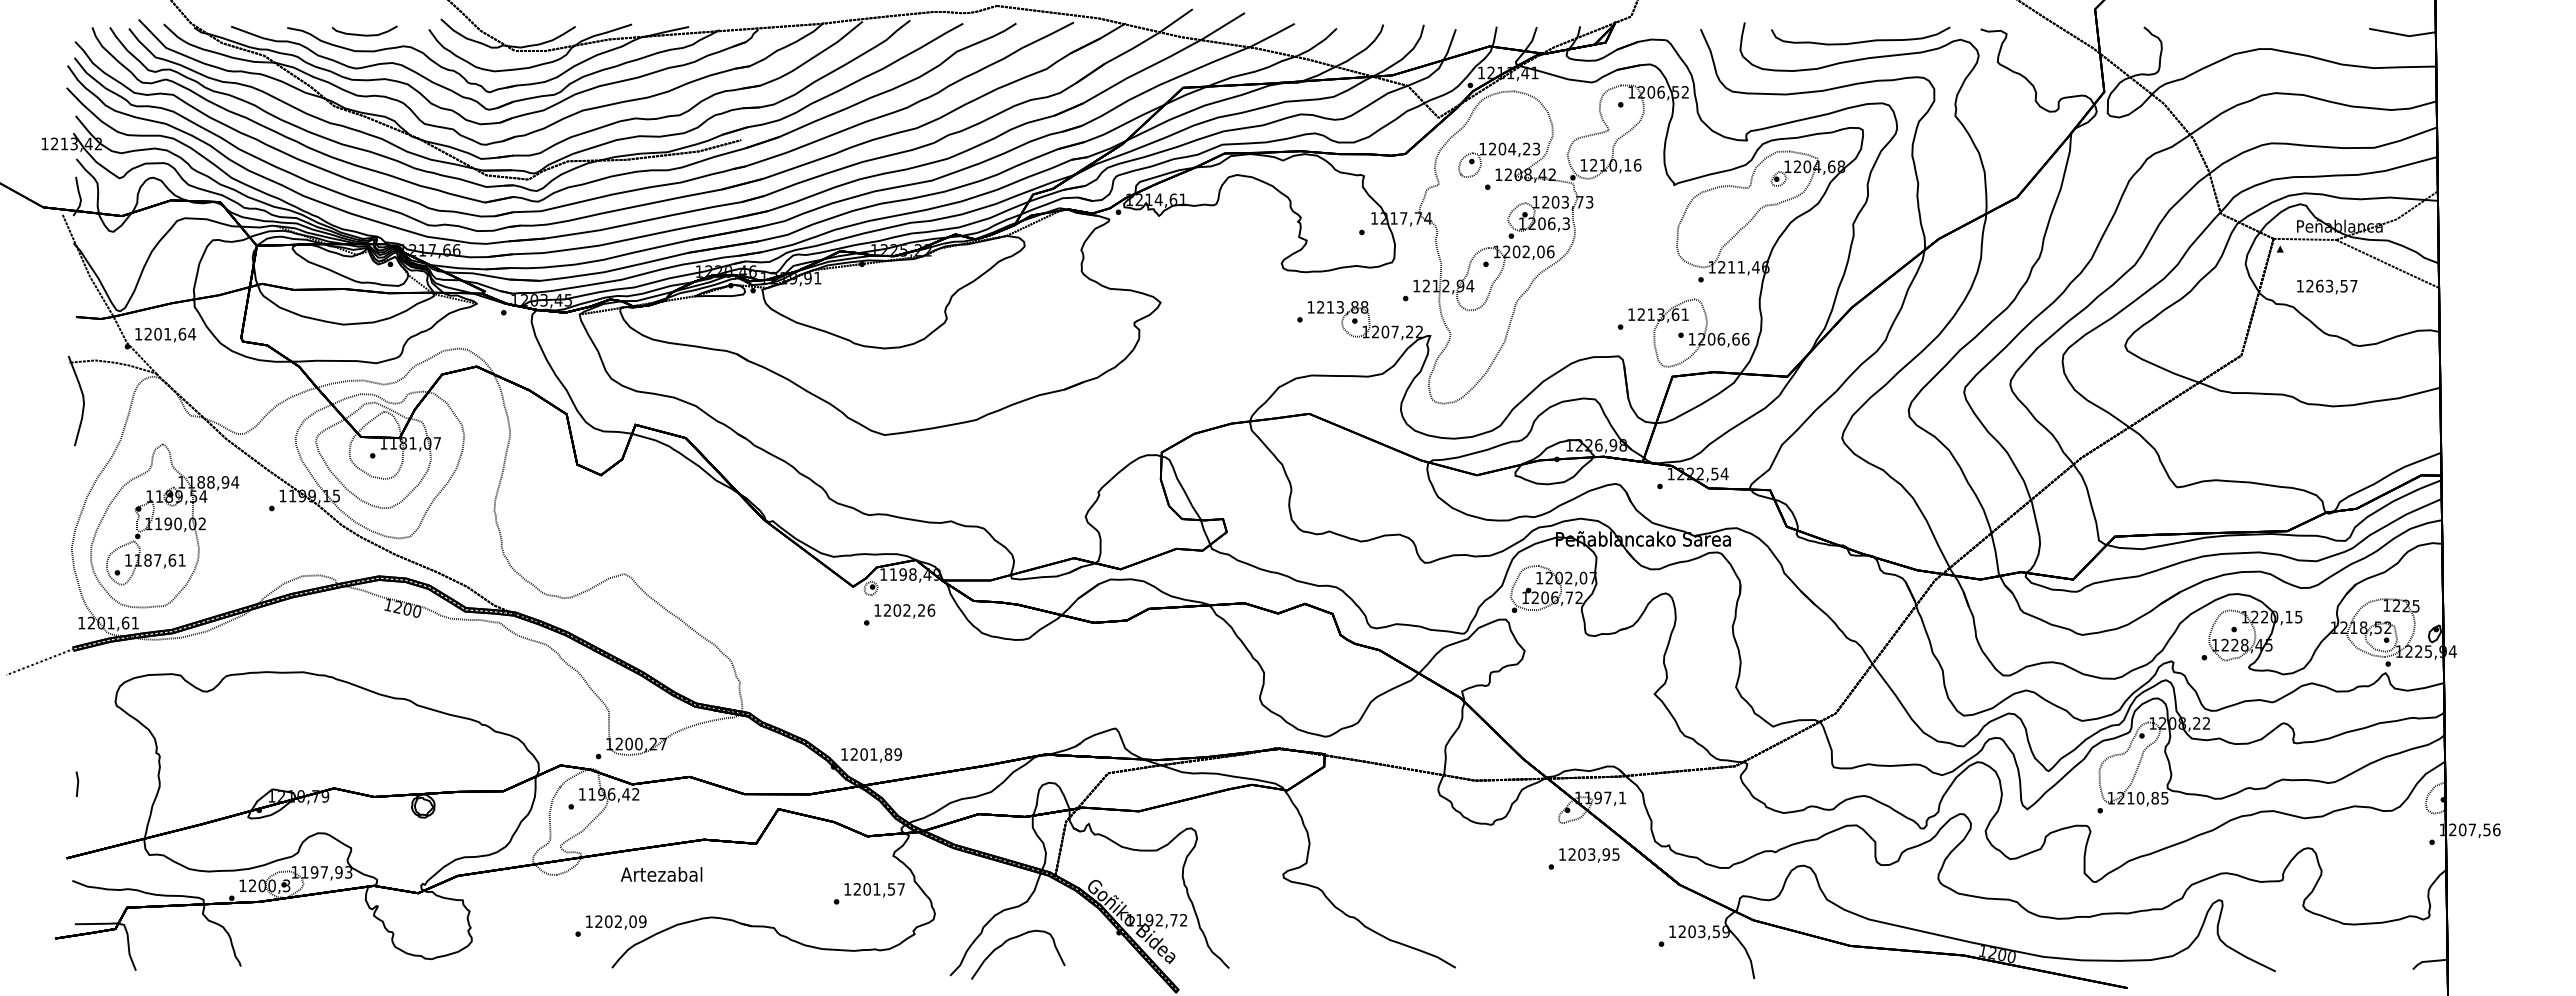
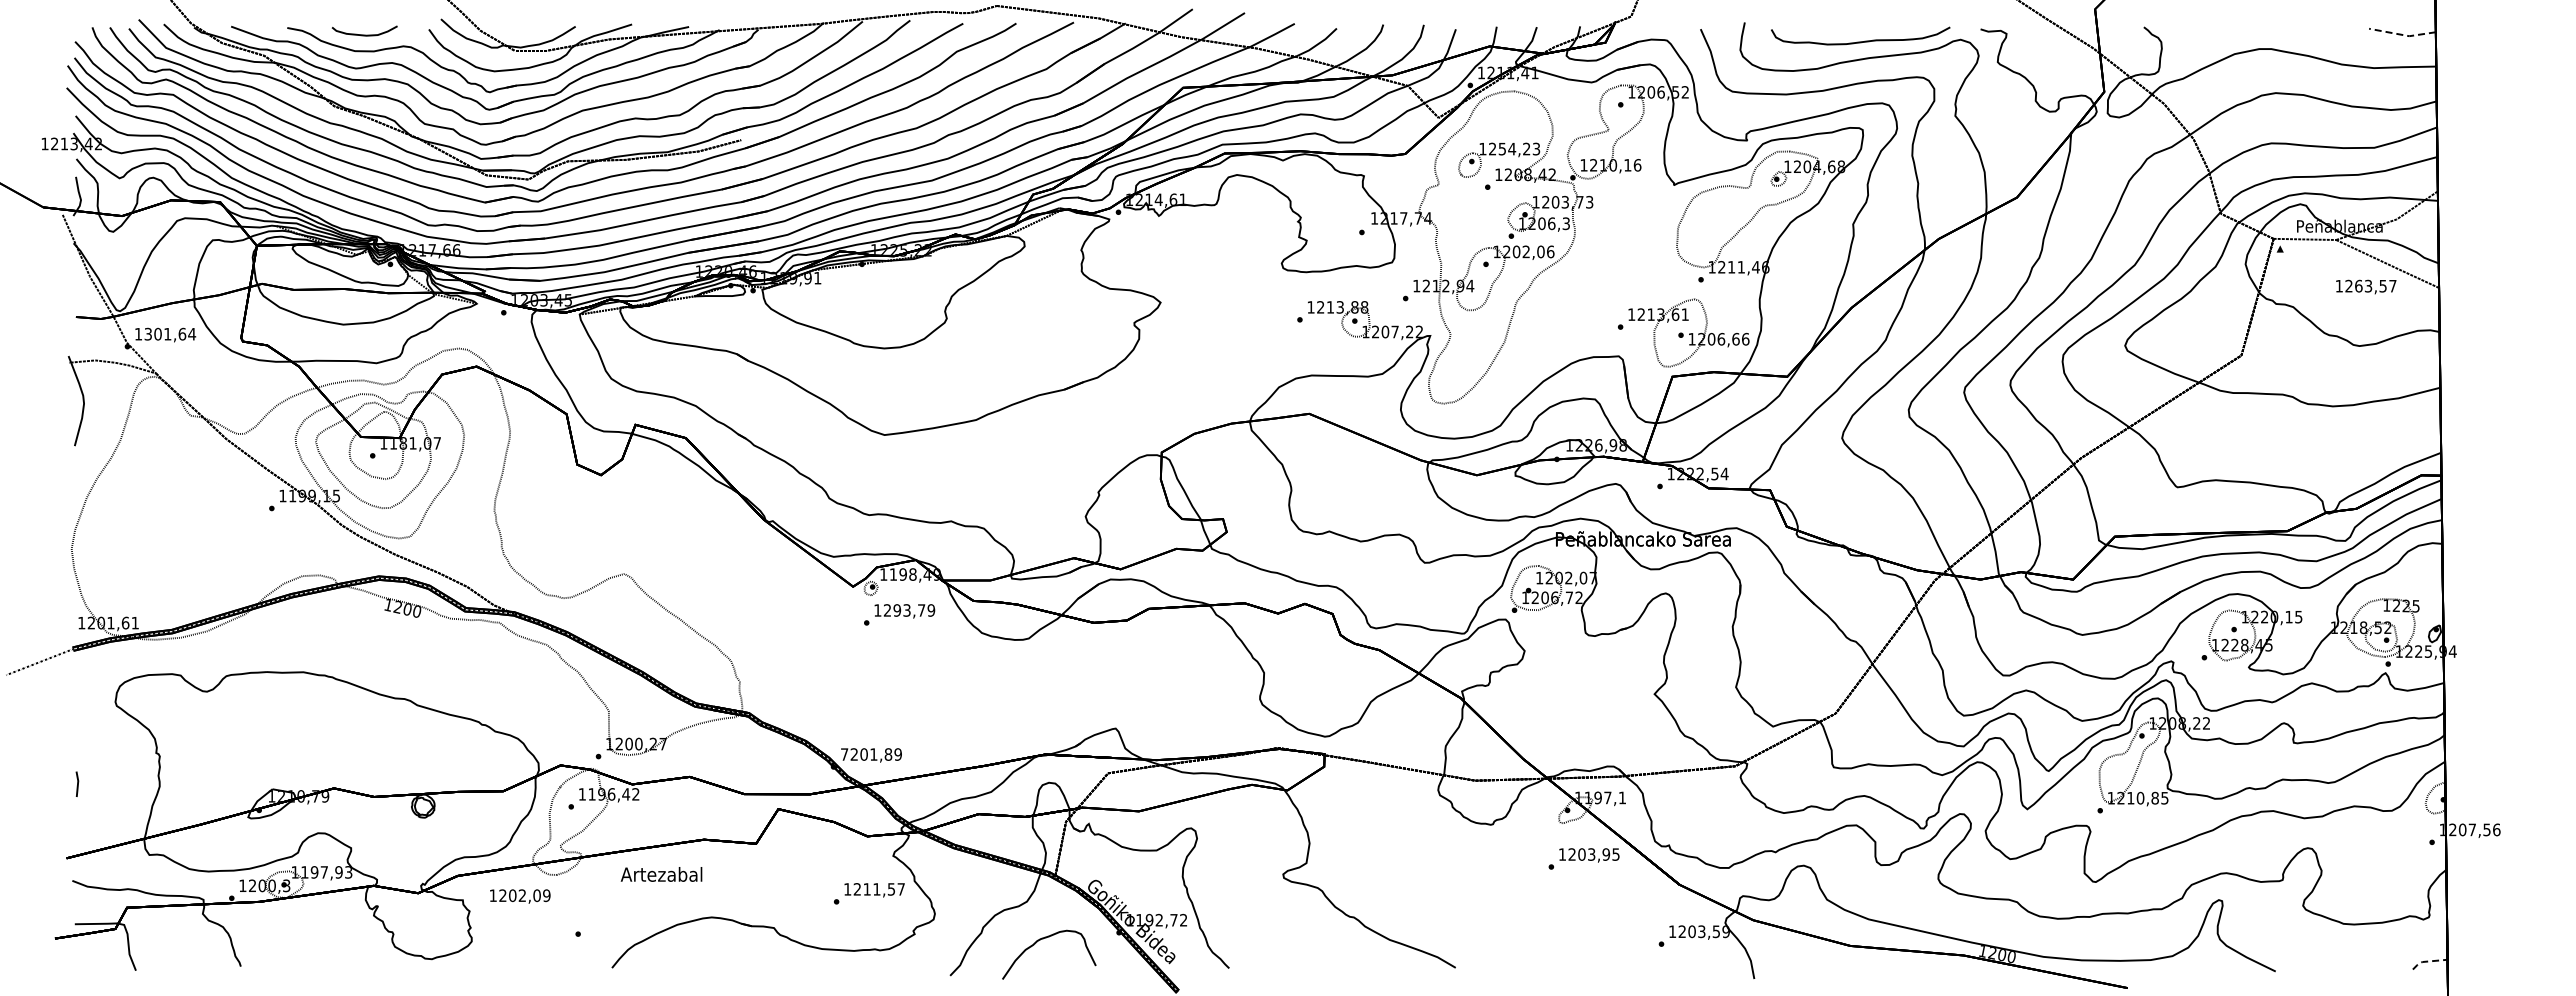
line at (2402, 34): solid -> dashed
text at (1502, 148): 1204,23 -> 1254,23
text at (2327, 286) position: (2327, 286) -> (2366, 286)
text at (147, 334): 1201,64 -> 1301,64
part at (164, 525): present -> none
text at (914, 610): 1202,26 -> 1293,79
text at (844, 754): 1201,89 -> 7201,89
text at (866, 889): 1201,57 -> 1211,57
text at (616, 922) position: (616, 922) -> (520, 896)
curve at (1012, 939) position: (1012, 939) -> (1043, 939)
line at (2428, 961): solid -> dashed
